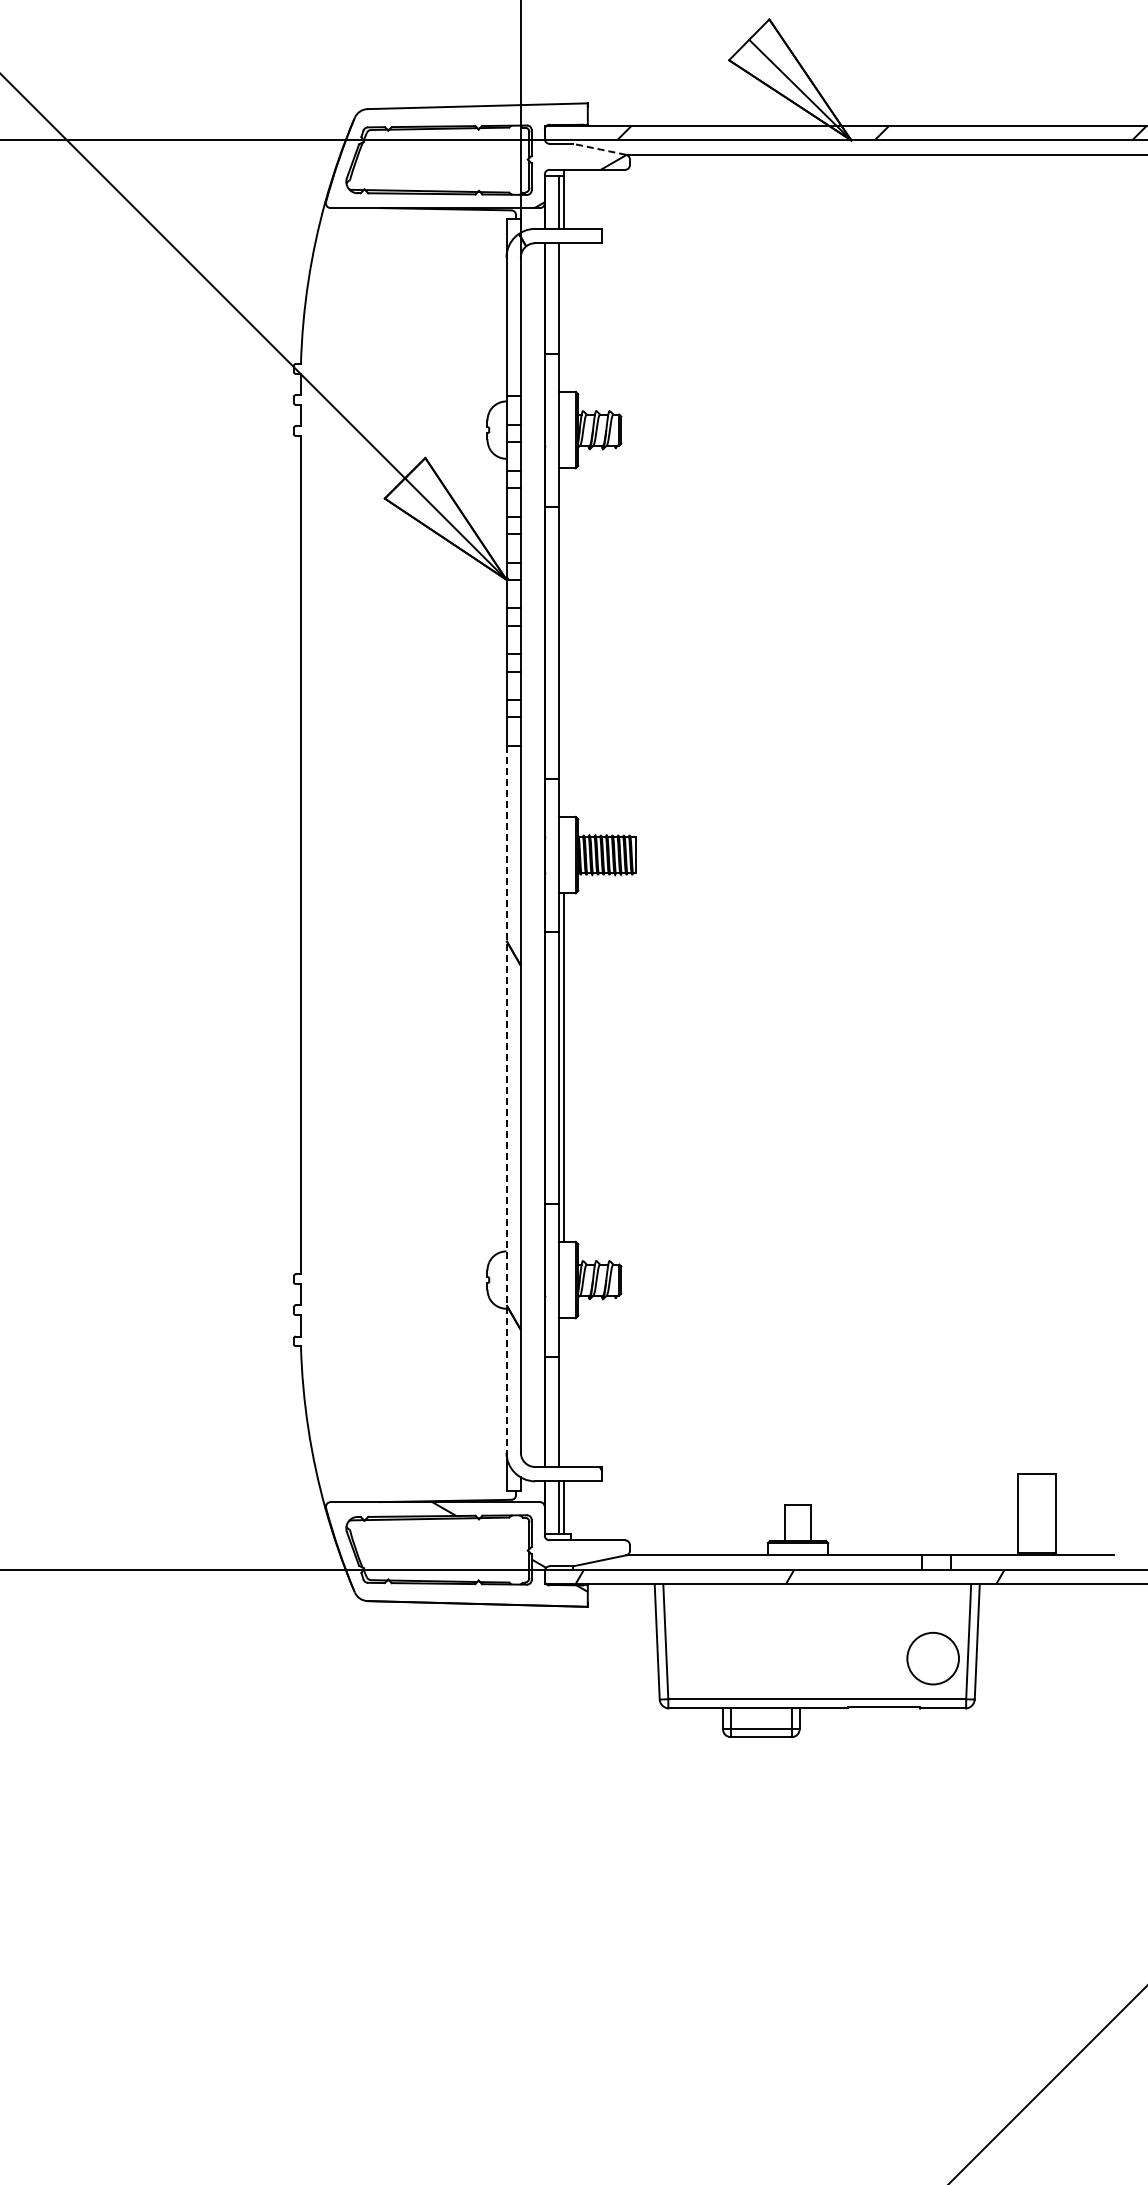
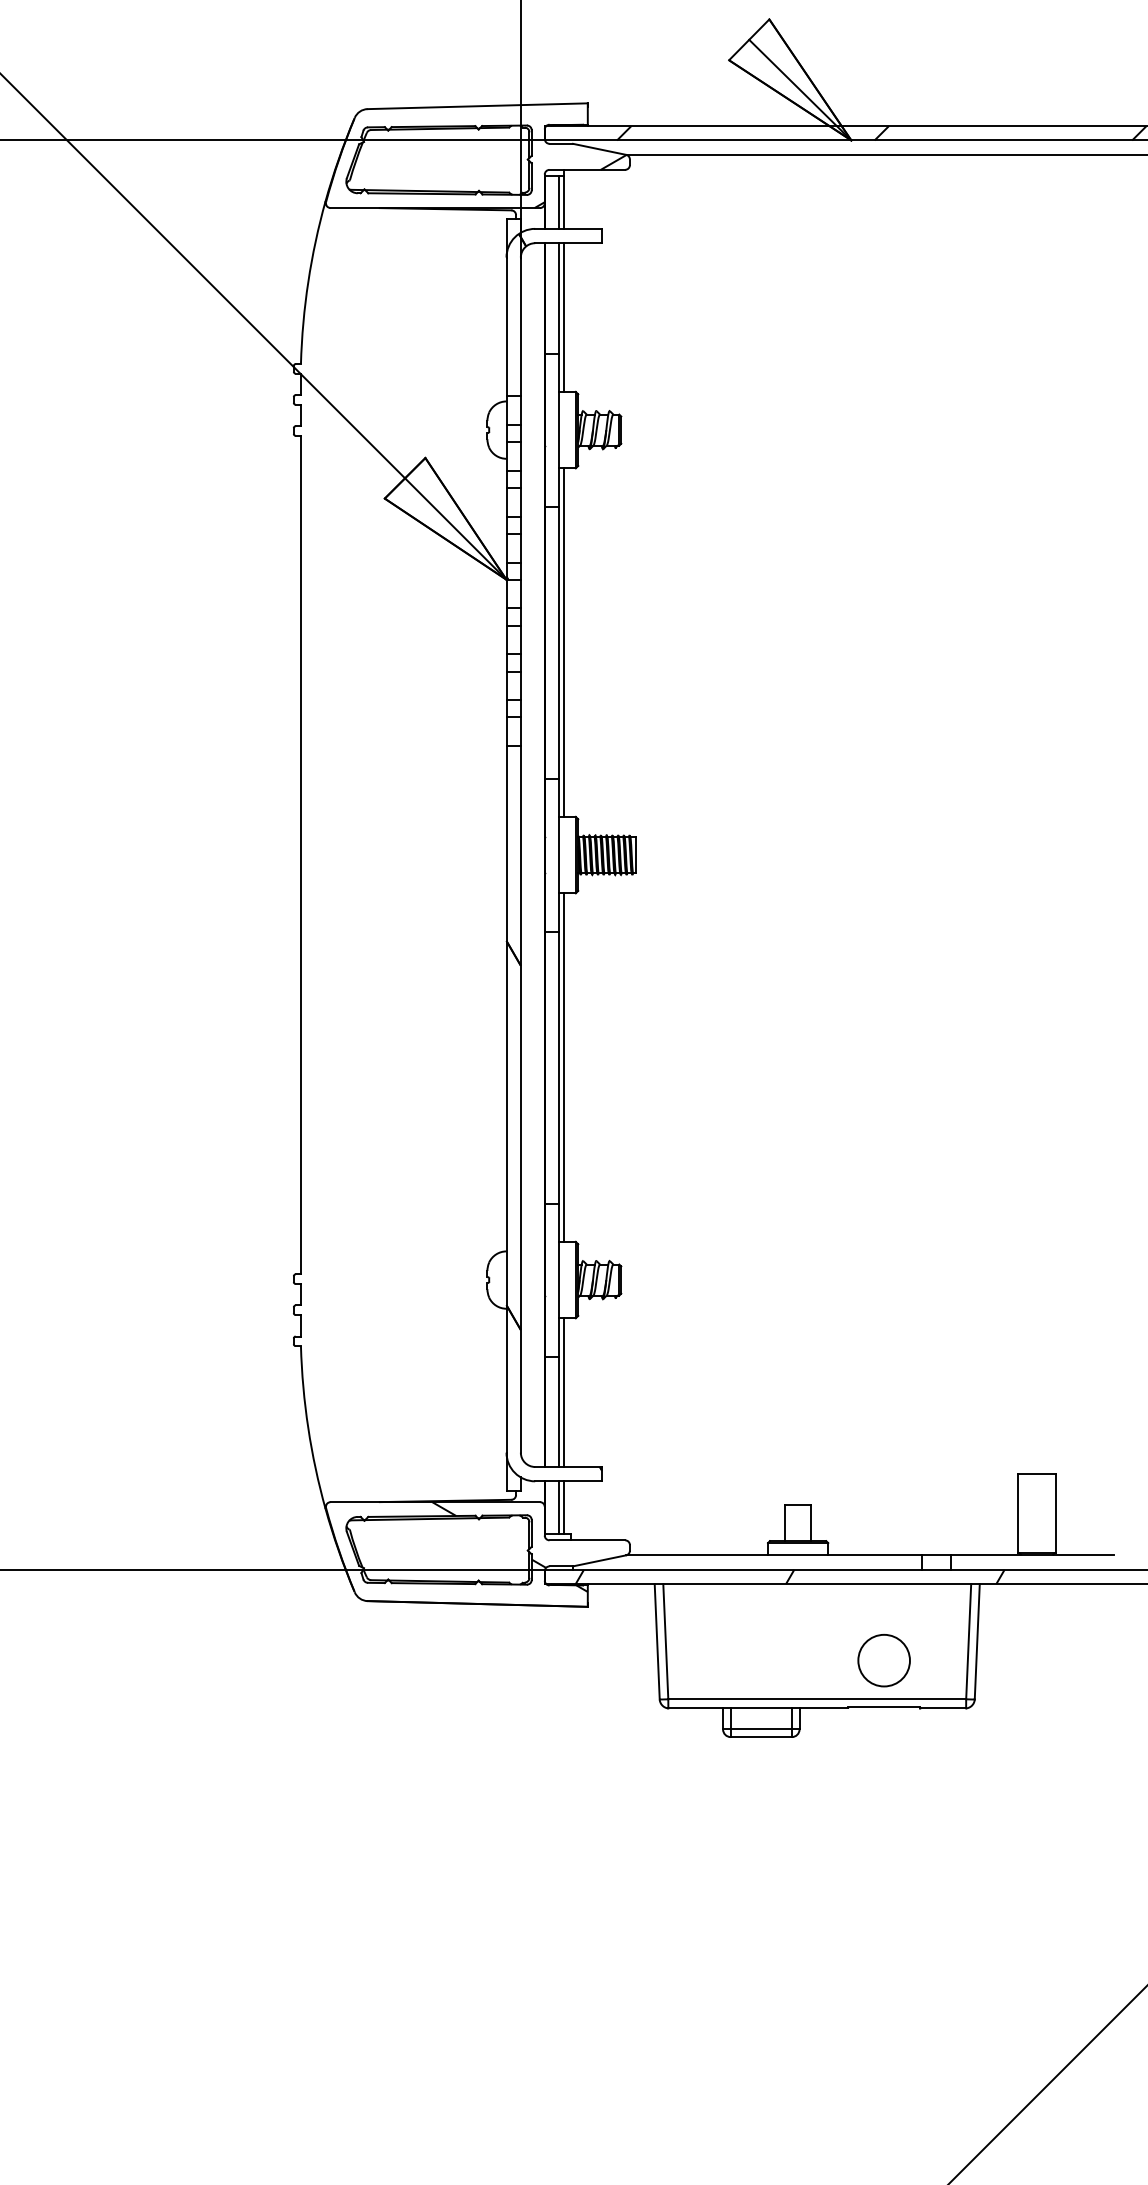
line at (599, 149): dashed -> solid
line at (563, 317): none -> present
line at (563, 642): none -> present
line at (506, 1099): dashed -> solid
line at (563, 1392): none -> present
circle at (932, 1658) position: (932, 1658) -> (883, 1660)
